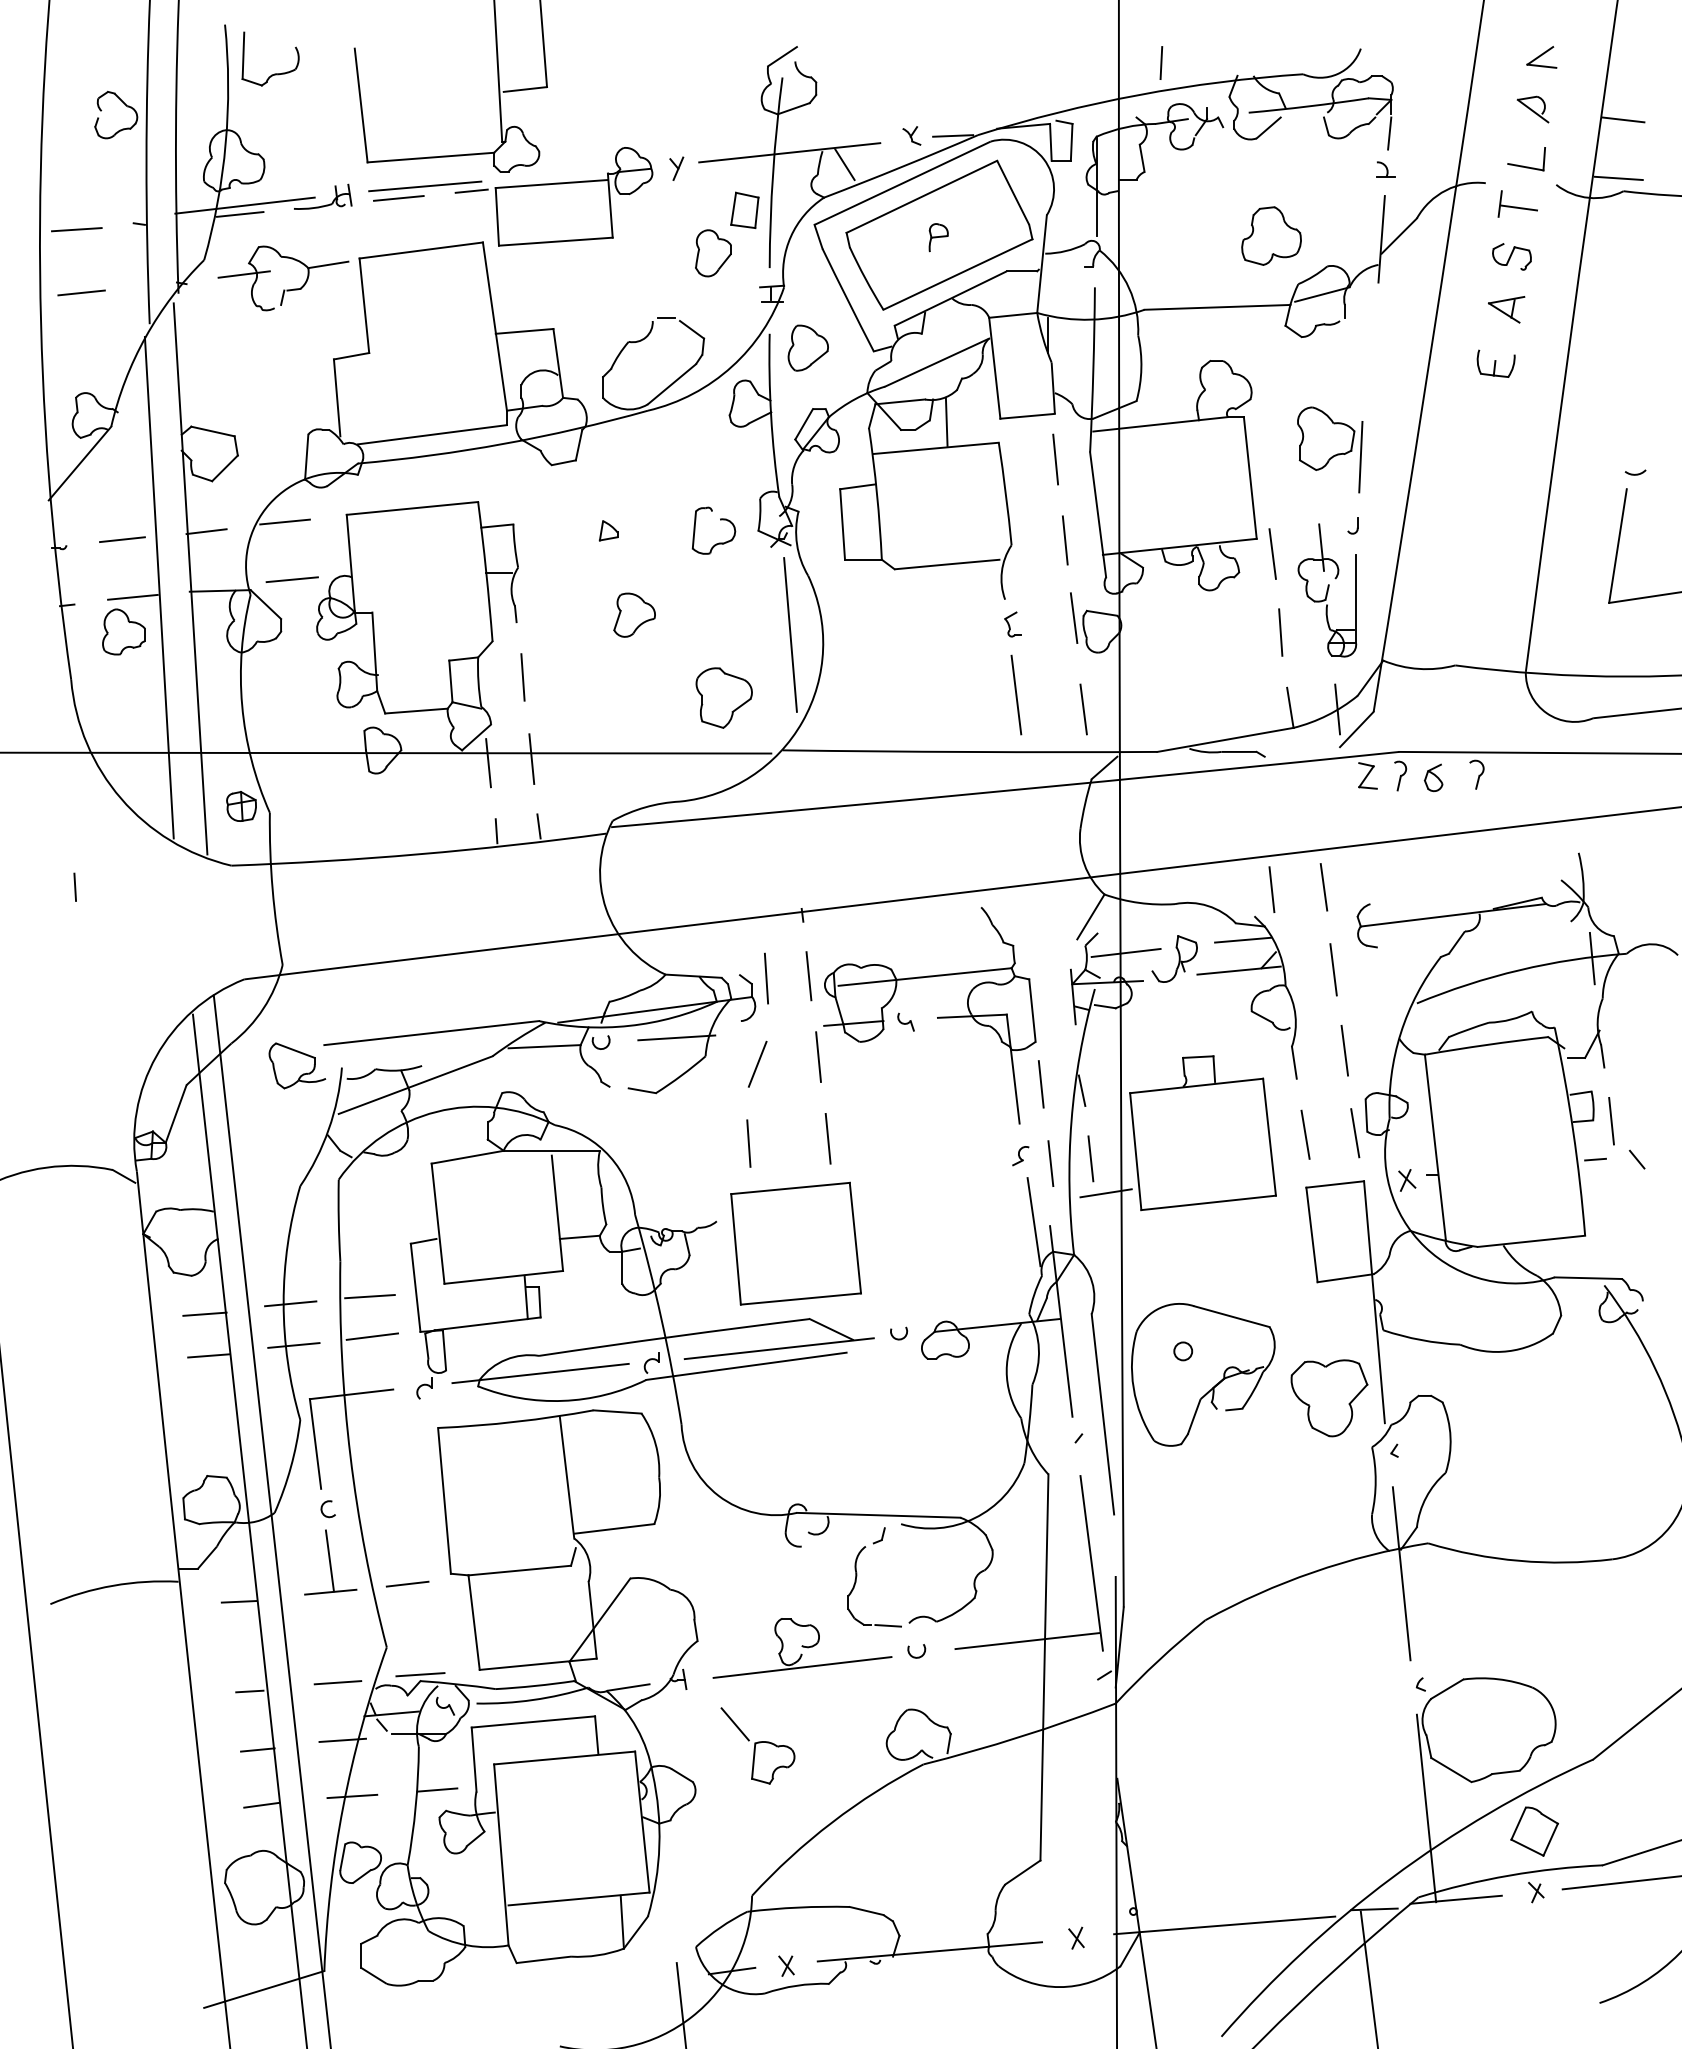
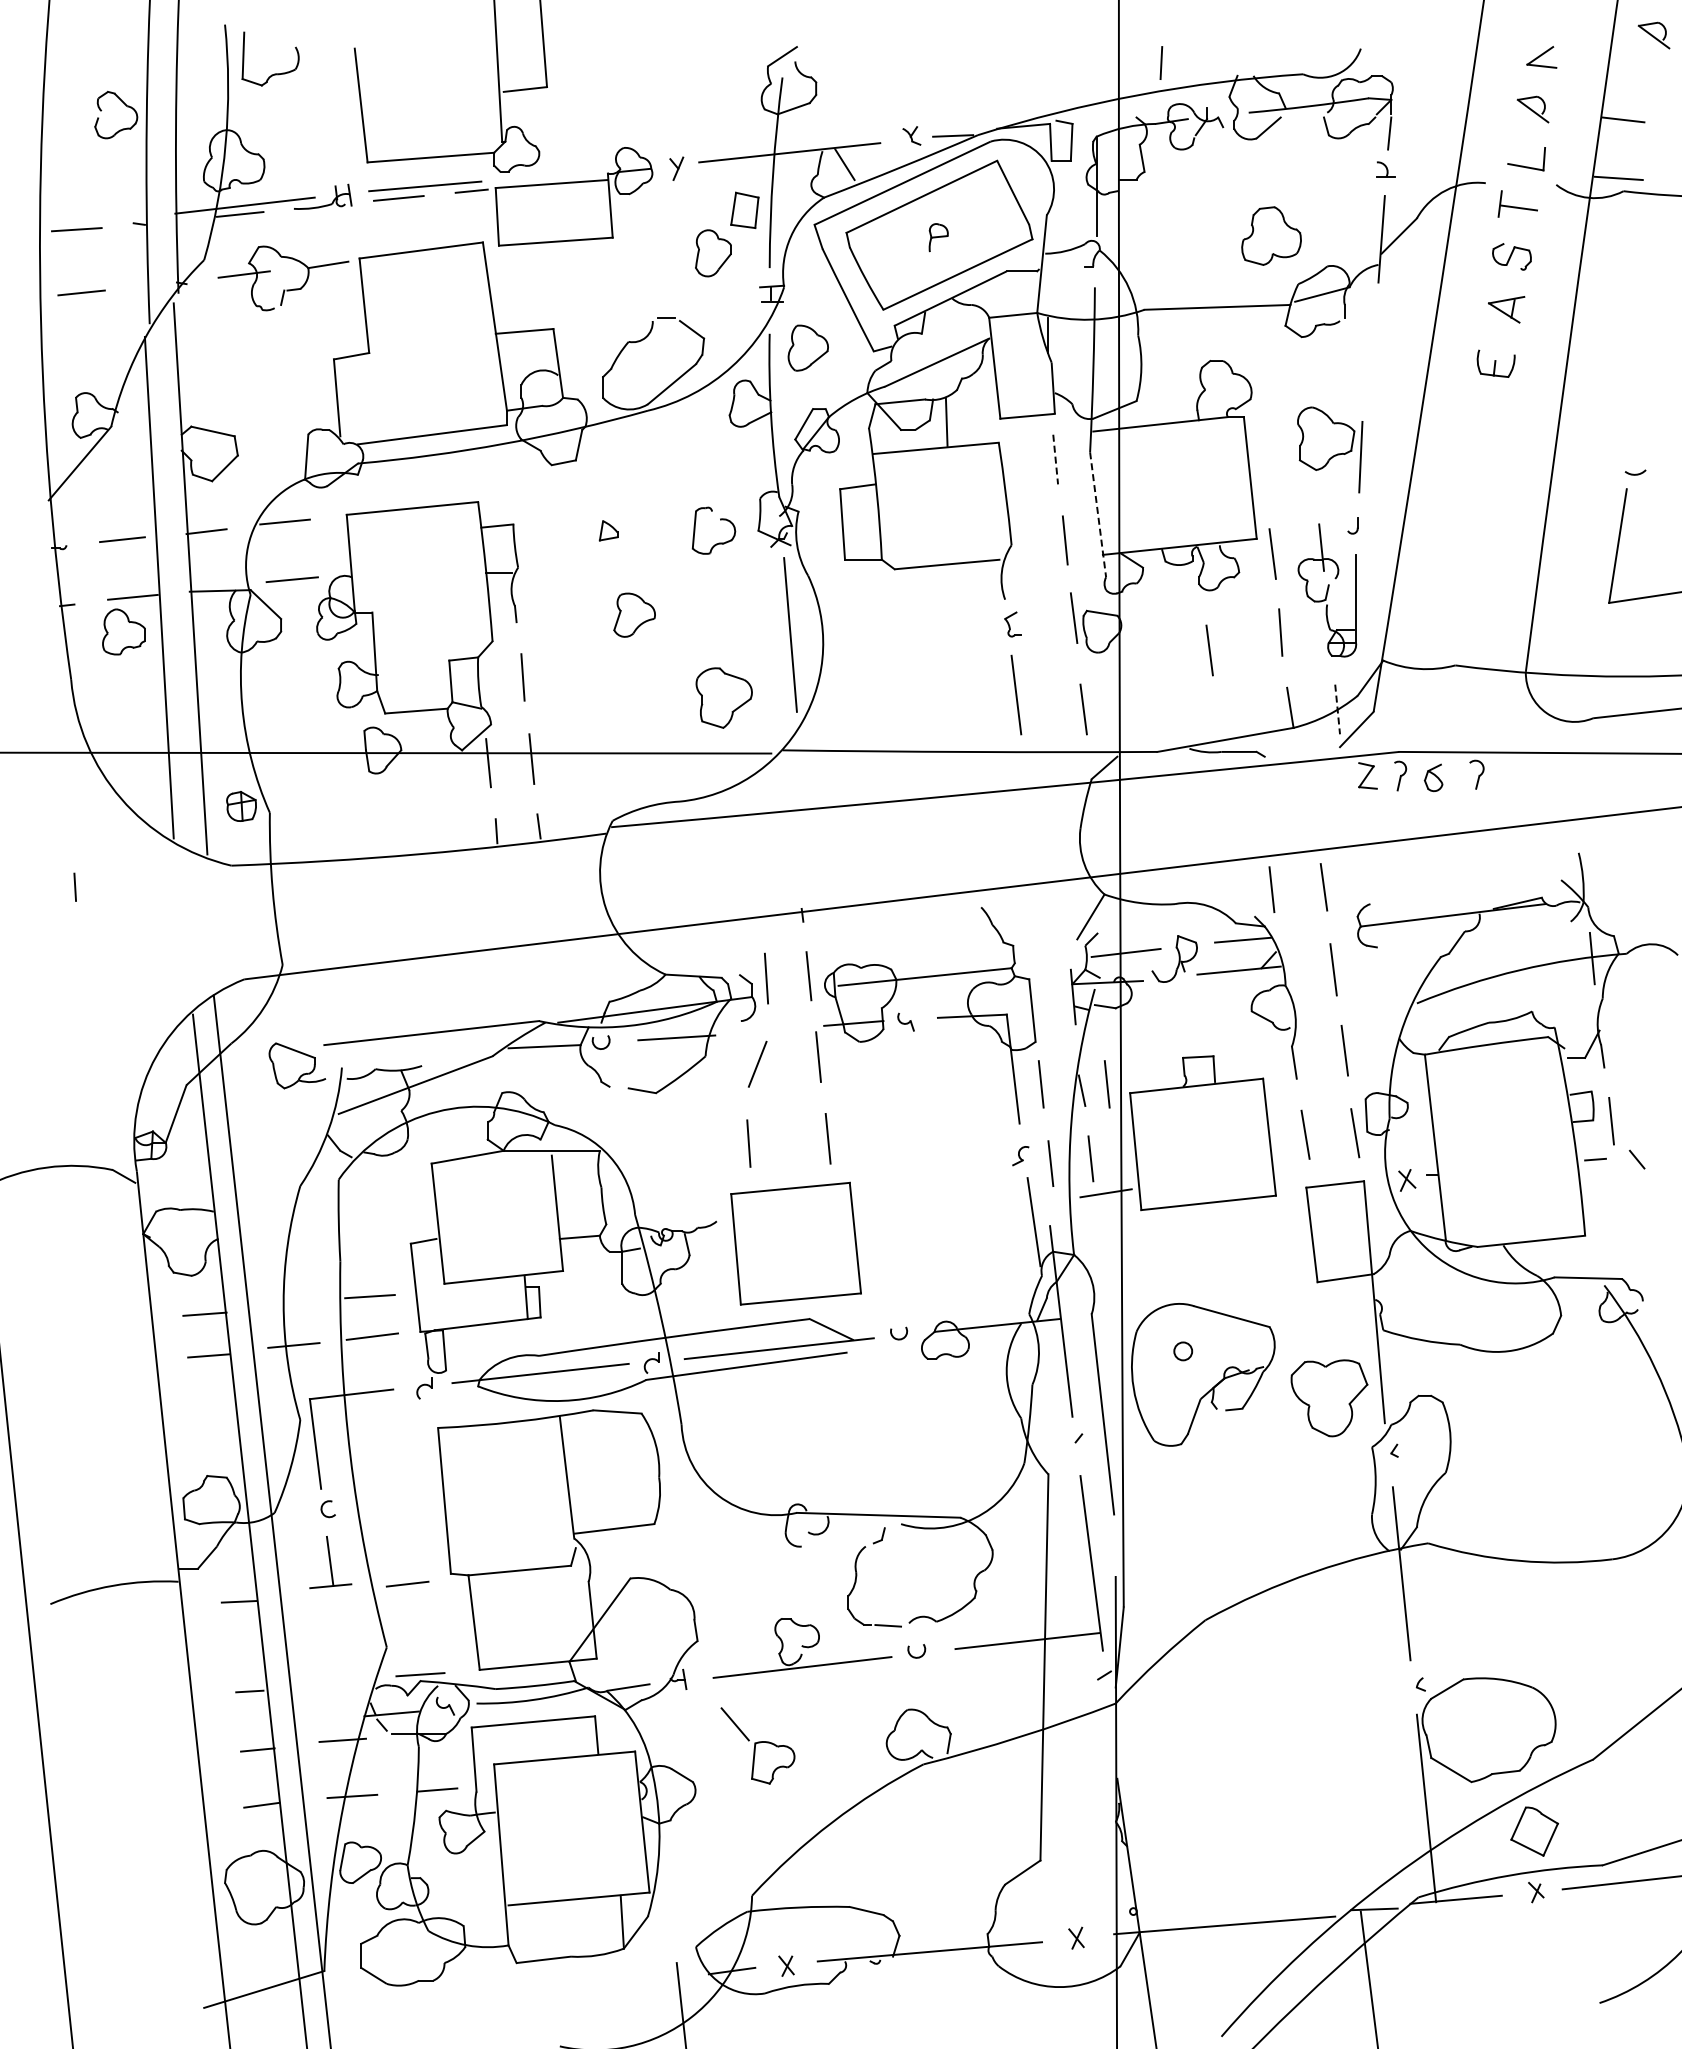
part at (1653, 35): none -> present
line at (1055, 459): solid -> dashed
line at (1098, 514): solid -> dashed
line at (1209, 650): none -> present
line at (1337, 709): solid -> dashed
line at (1106, 1084): none -> present
line at (290, 1303): present -> none
part at (330, 1562) size: 54x67 px -> 44x53 px
line at (337, 1682): present -> none
